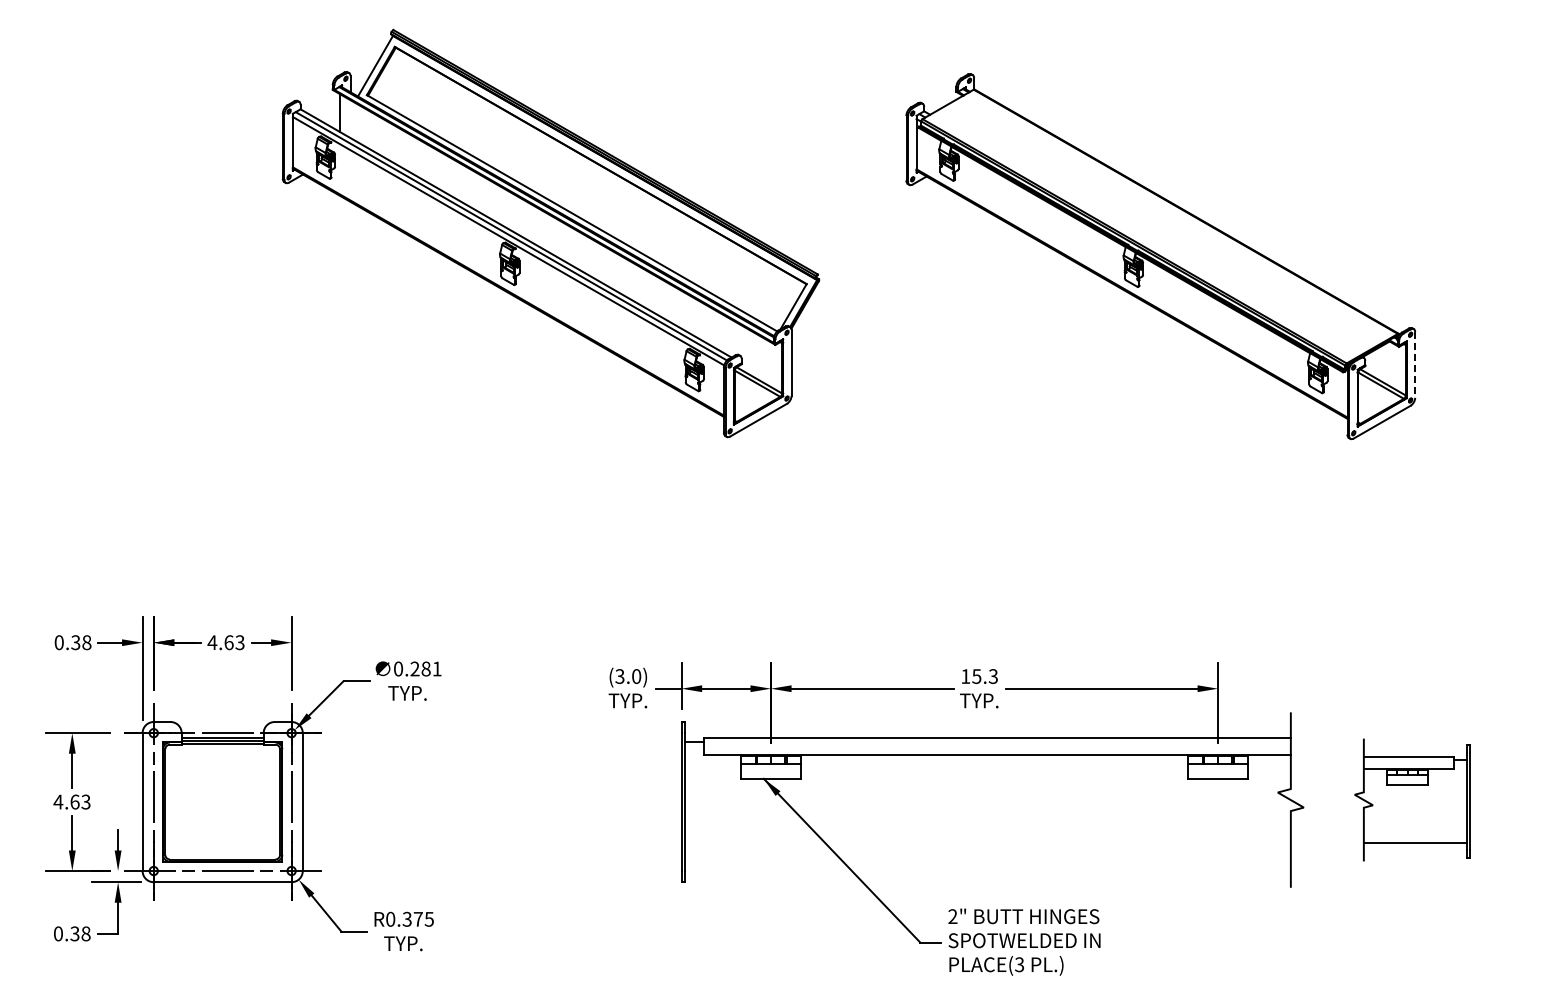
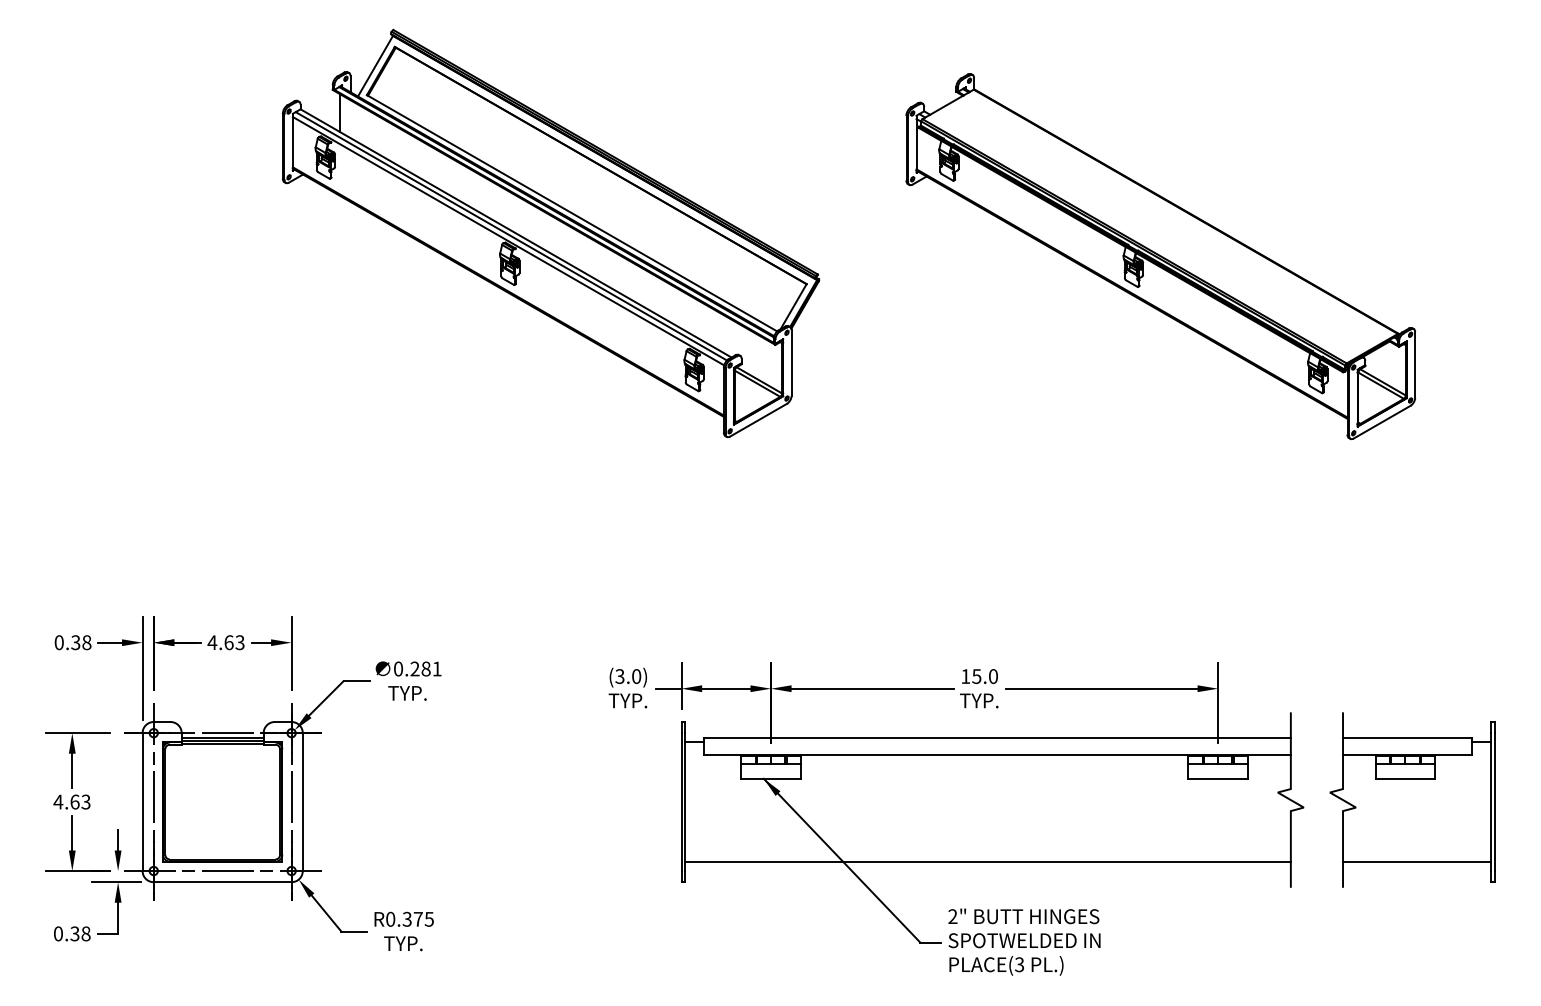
line at (1415, 364): dashed -> solid
text at (992, 676): 15.3 -> 15.0
part at (1412, 799) size: 117x124 px -> 167x176 px
line at (987, 861): none -> present
